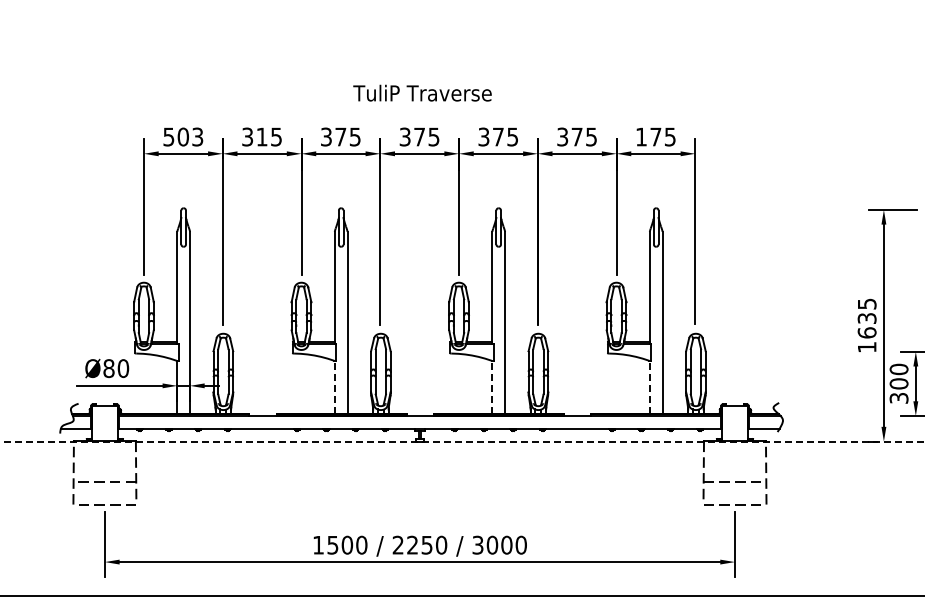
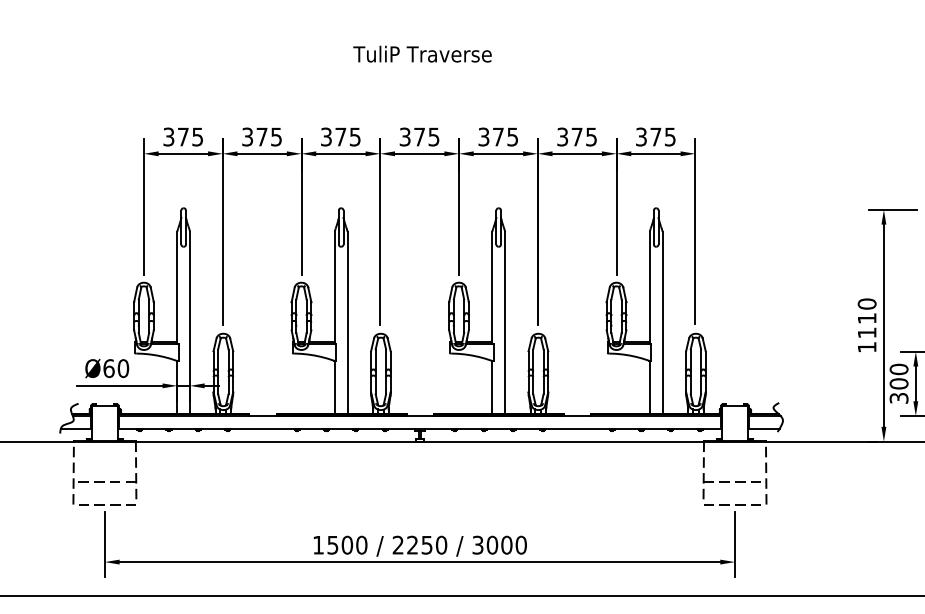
text at (422, 92) position: (422, 92) -> (422, 53)
text at (183, 136): 503 -> 375
text at (261, 136): 315 -> 375
text at (641, 136): 175 -> 375
text at (866, 318): 1635 -> 1110
text at (108, 368): Ø80 -> Ø60
line at (334, 387): dashed -> solid
line at (492, 387): dashed -> solid
line at (649, 387): dashed -> solid
line at (462, 441): dashed -> solid
